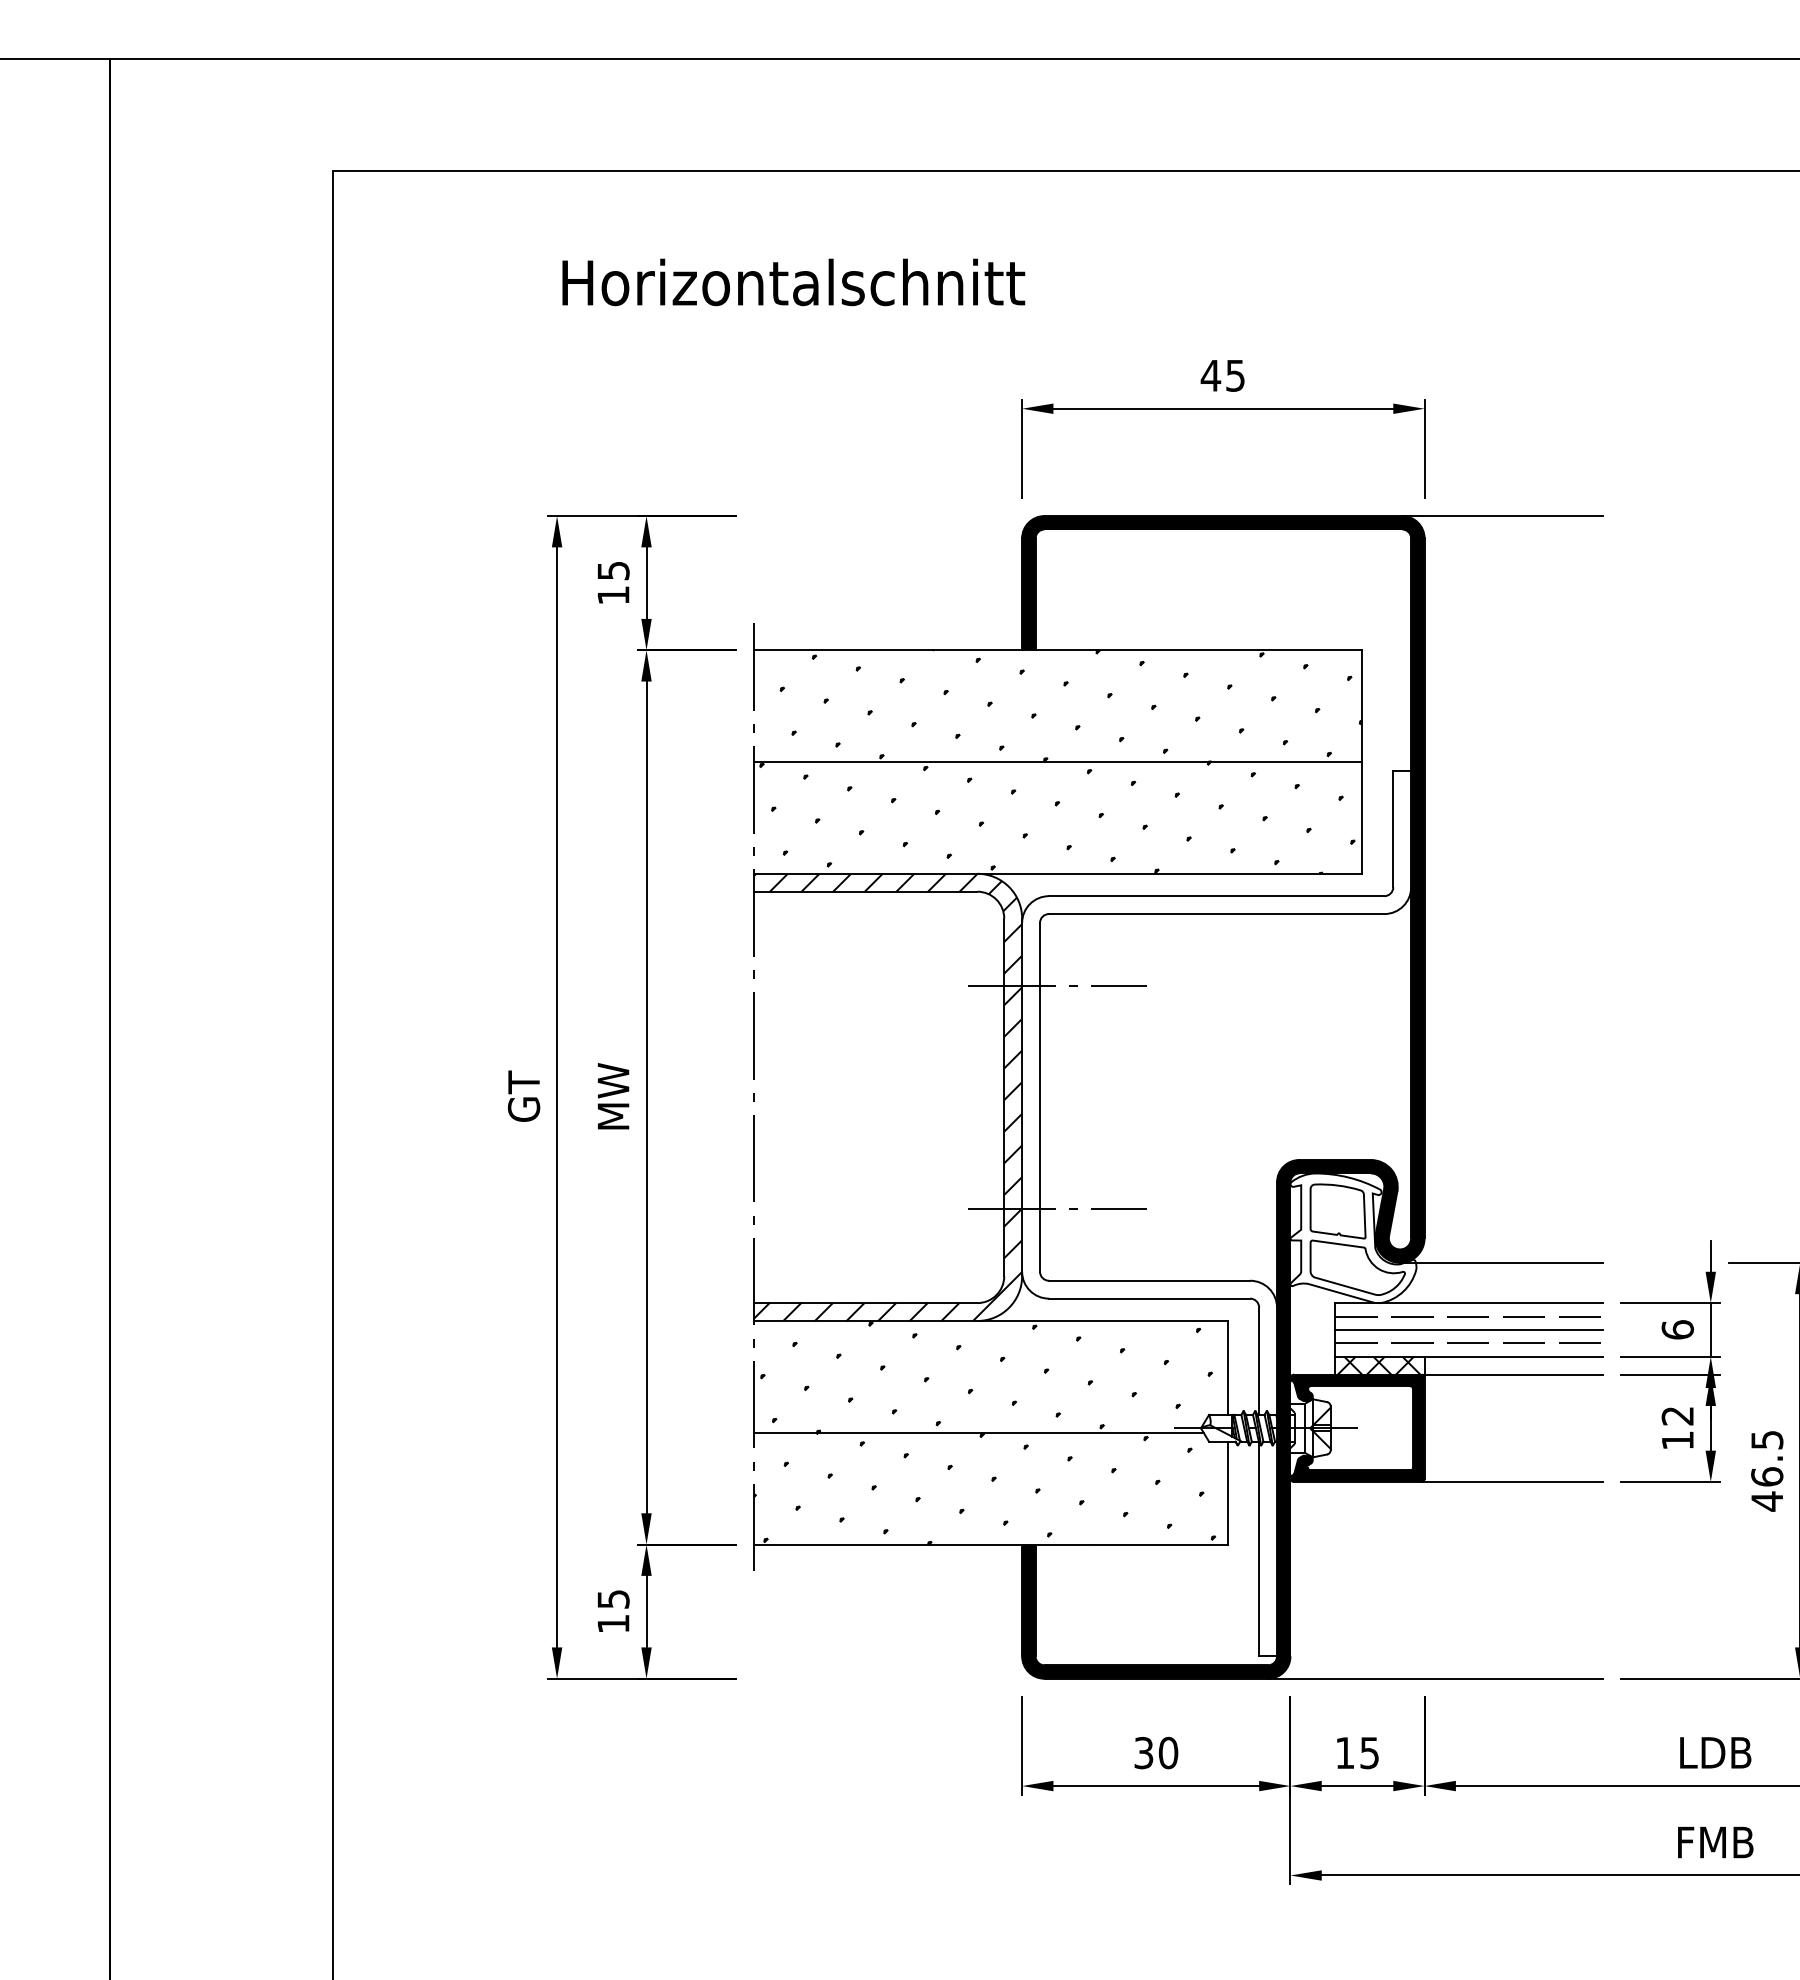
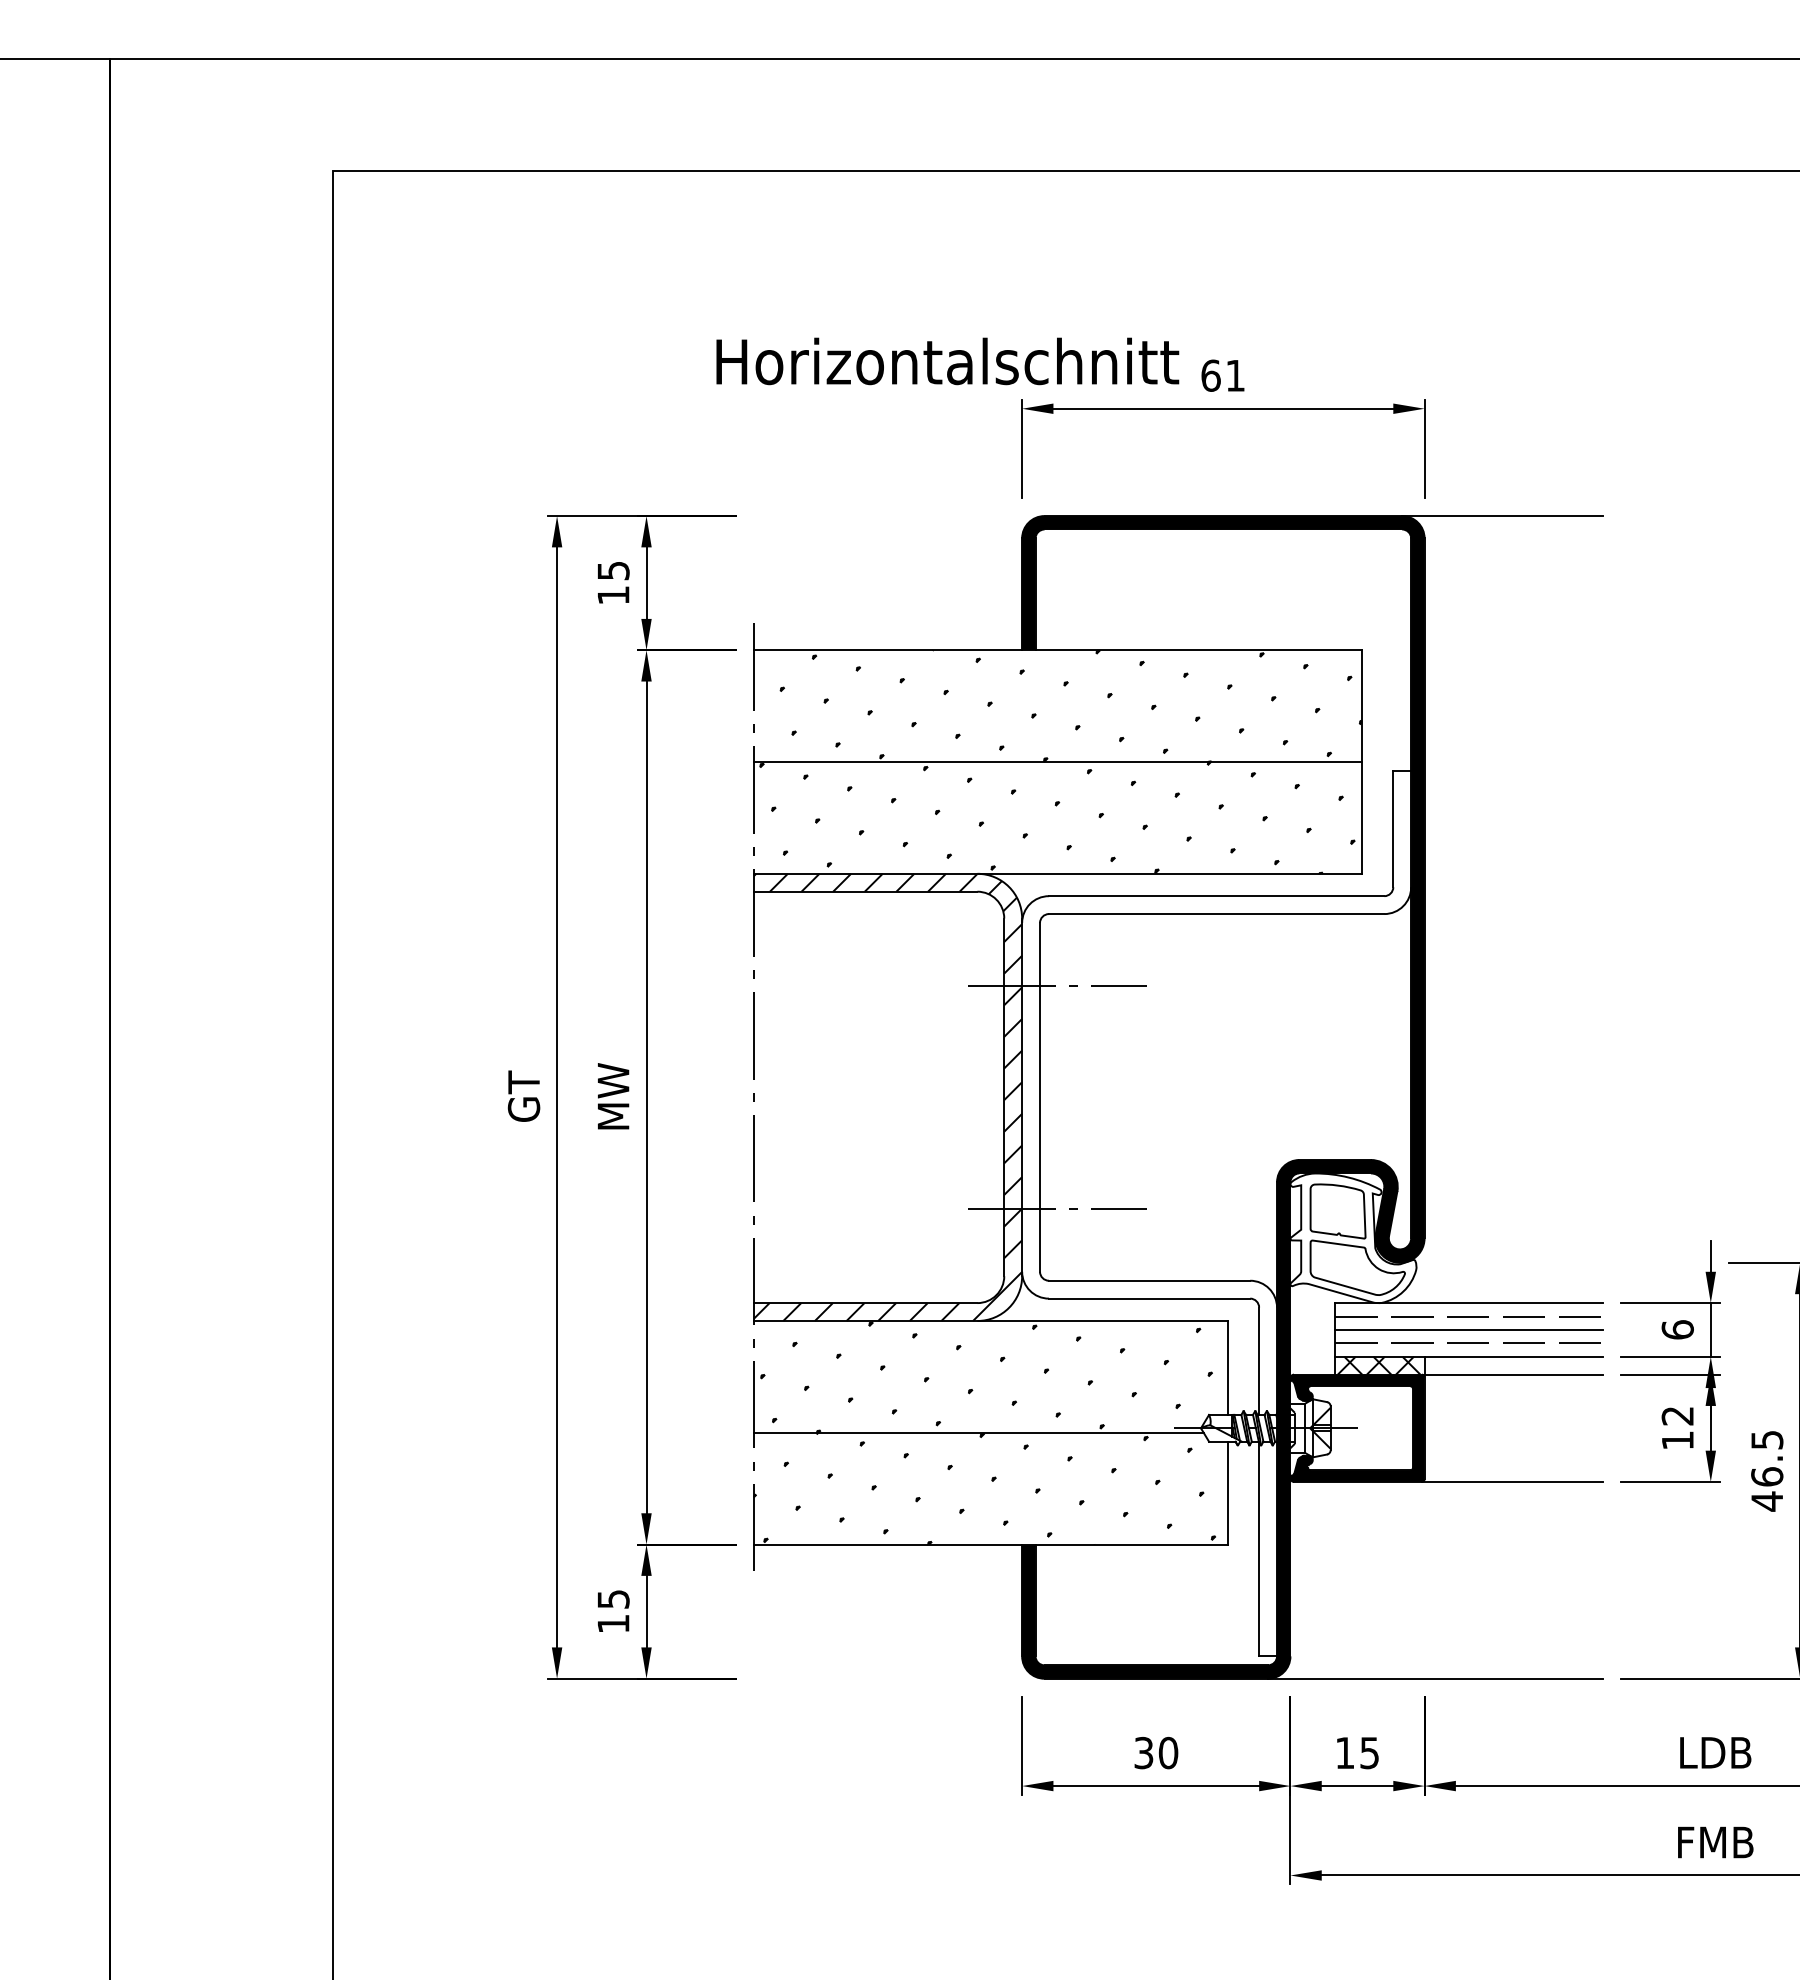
text at (793, 282) position: (793, 282) -> (947, 361)
text at (1222, 375): 45 -> 61
line at (1501, 1262): present -> none
